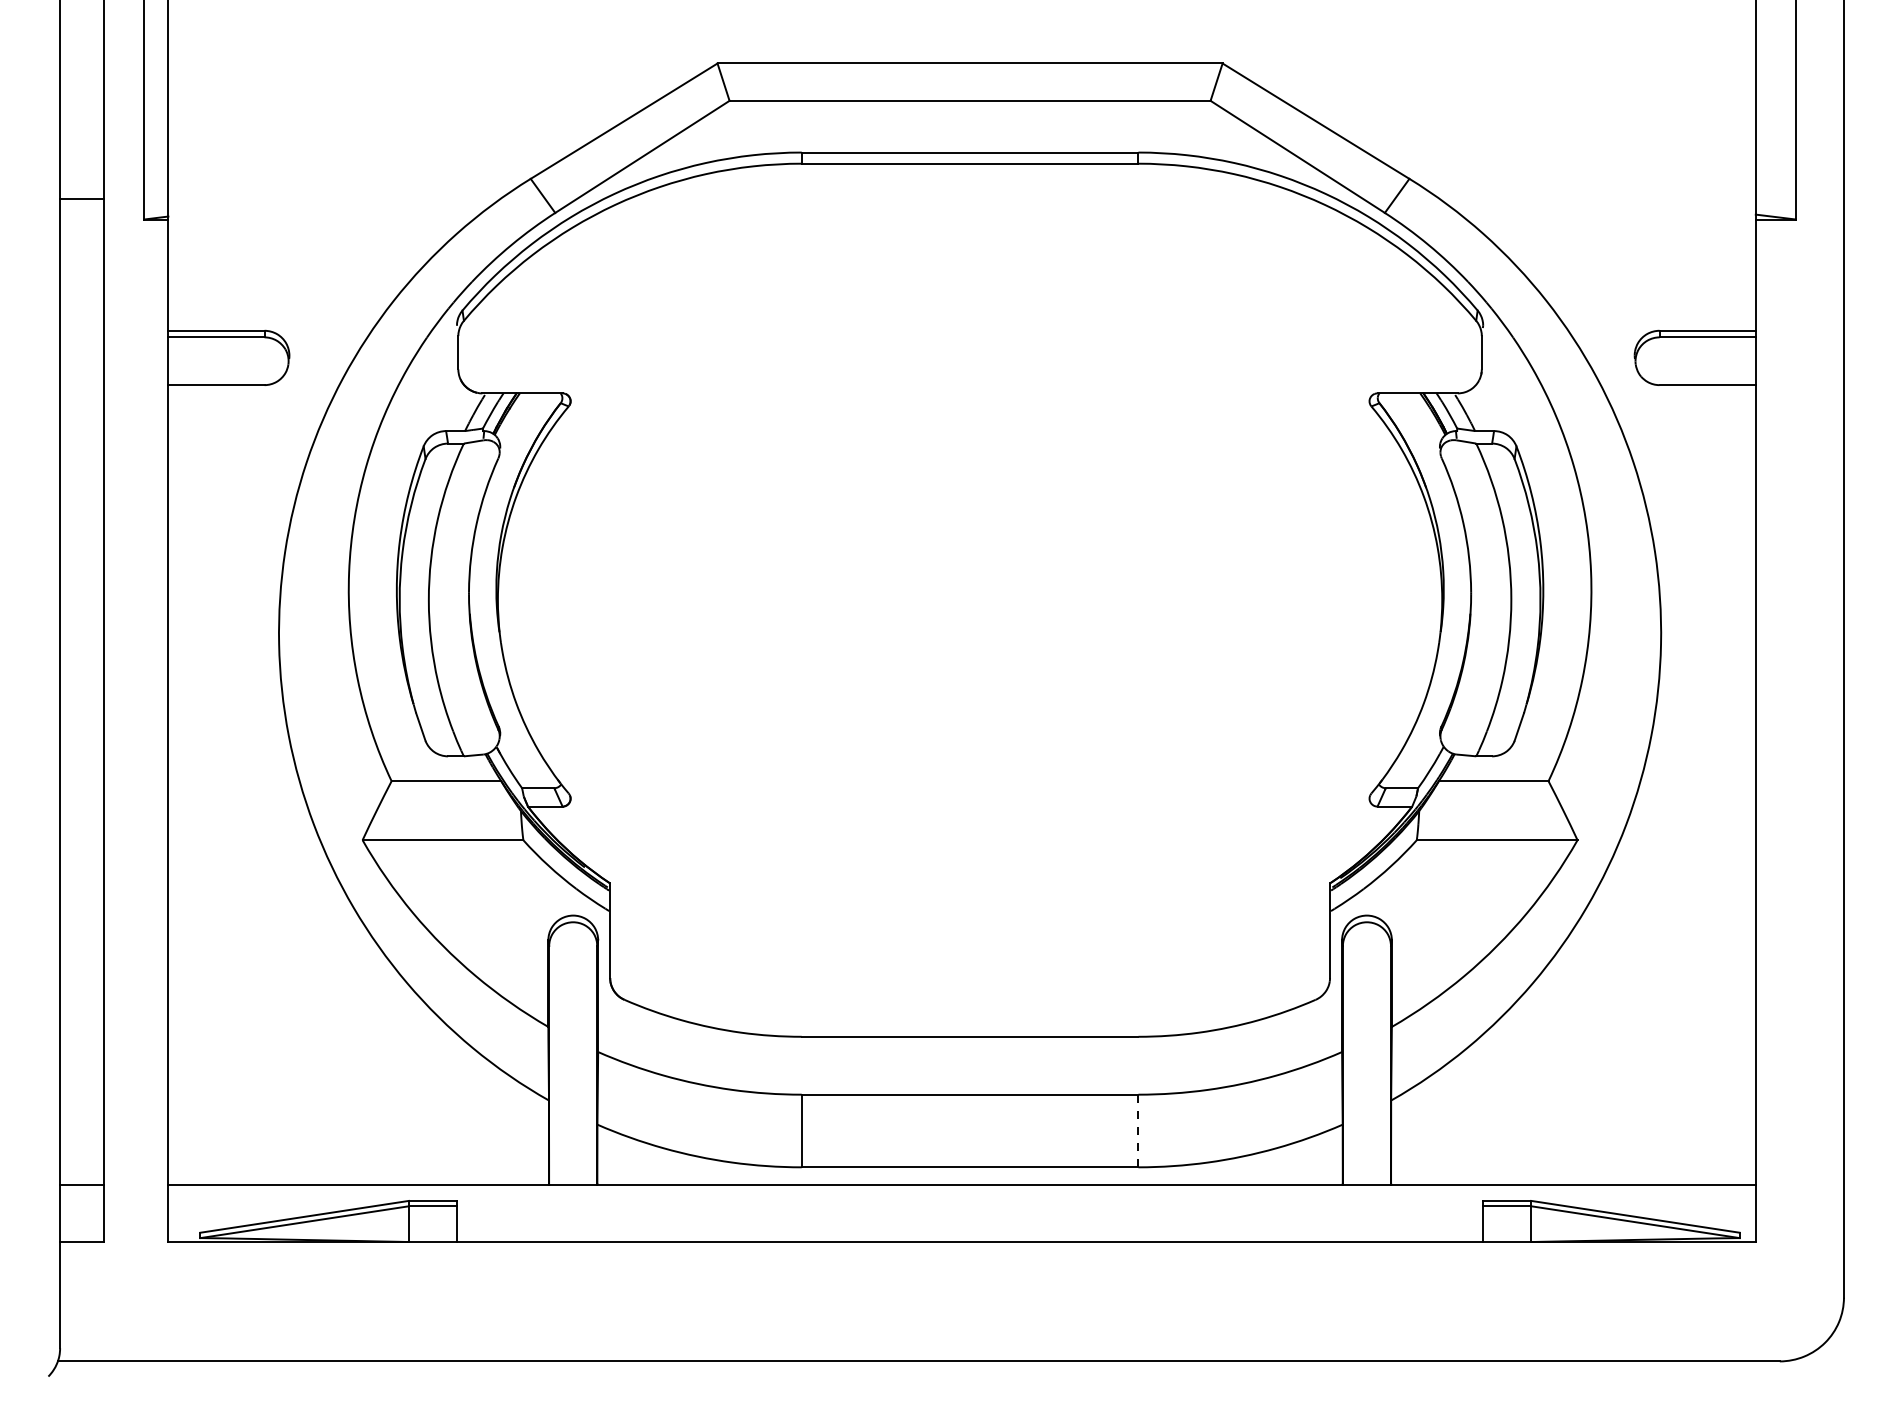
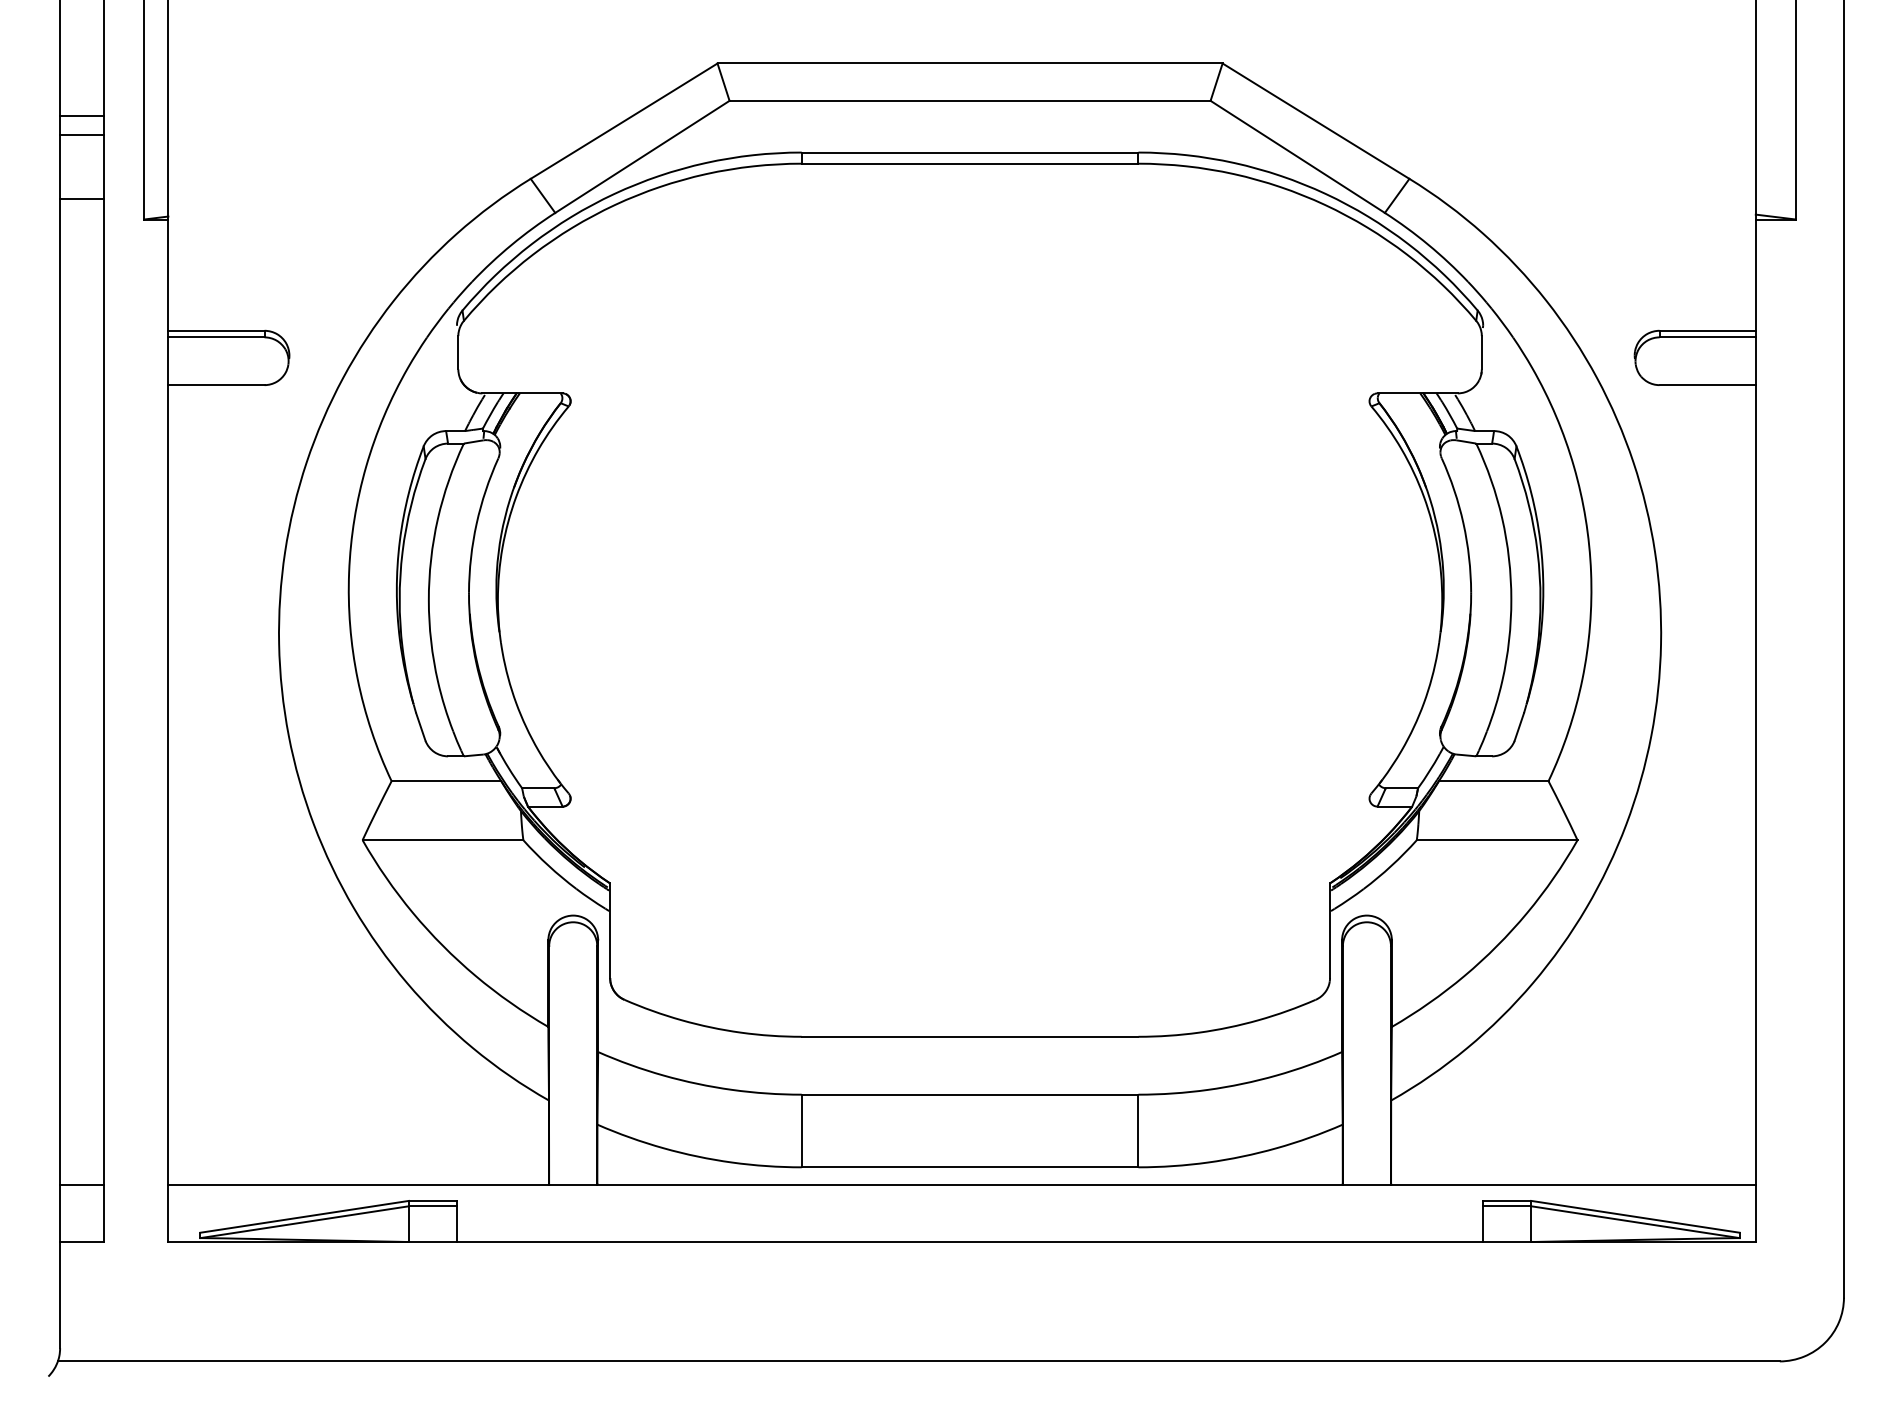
line at (82, 116): none -> present
line at (82, 134): none -> present
line at (1138, 1131): dashed -> solid
